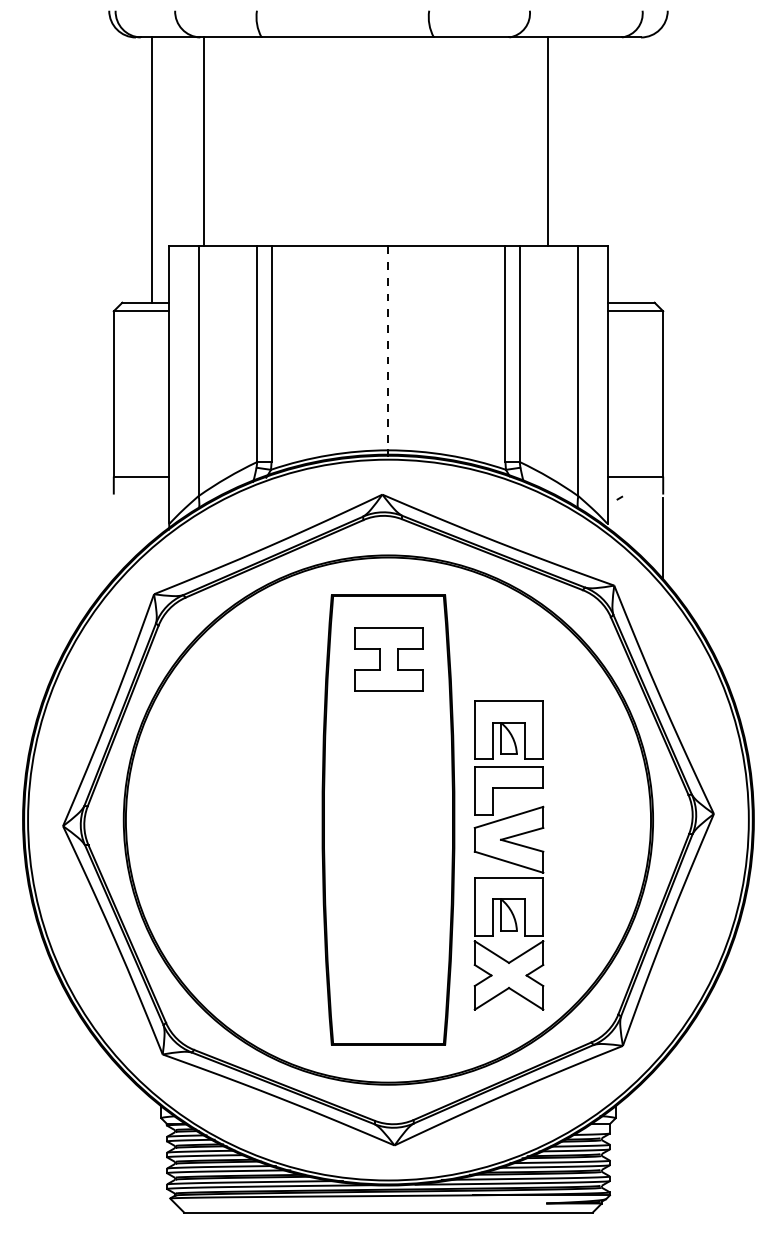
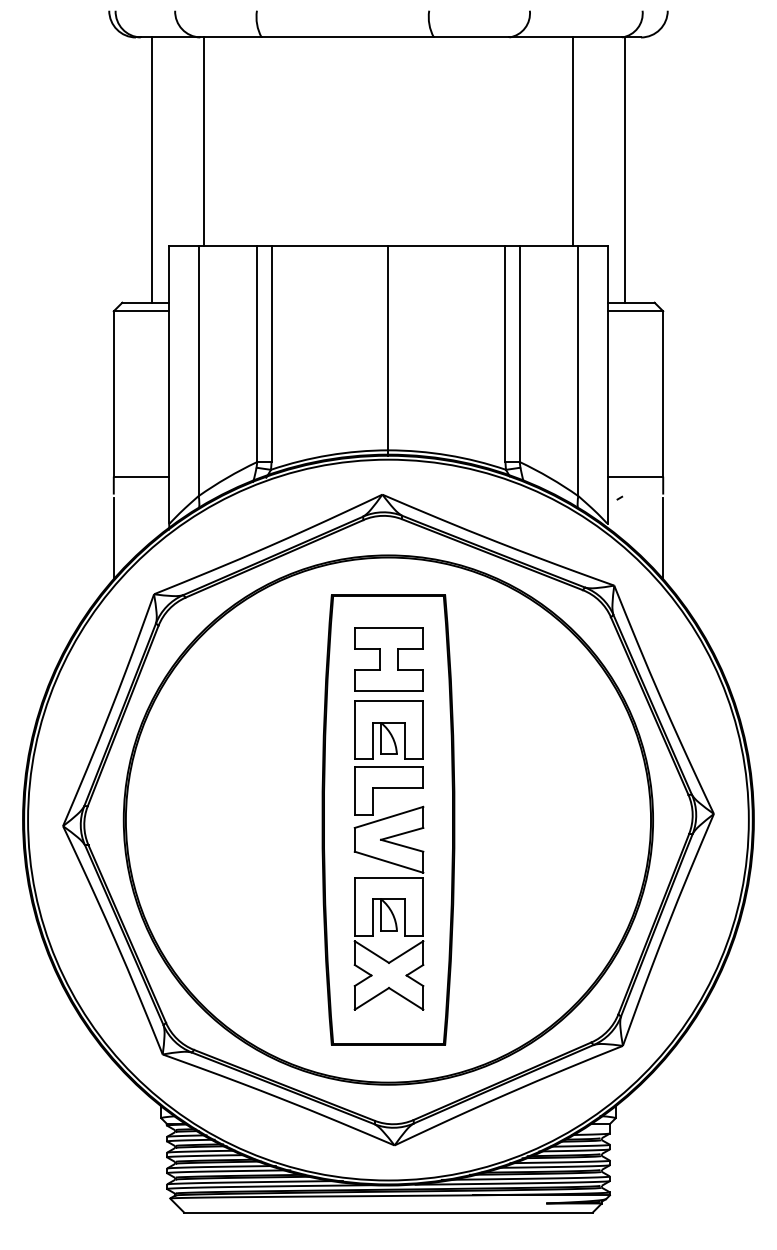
line at (547, 141) position: (547, 141) -> (572, 141)
line at (624, 169): none -> present
line at (388, 348): dashed -> solid
line at (113, 538): none -> present
part at (508, 855) position: (508, 855) -> (388, 855)
